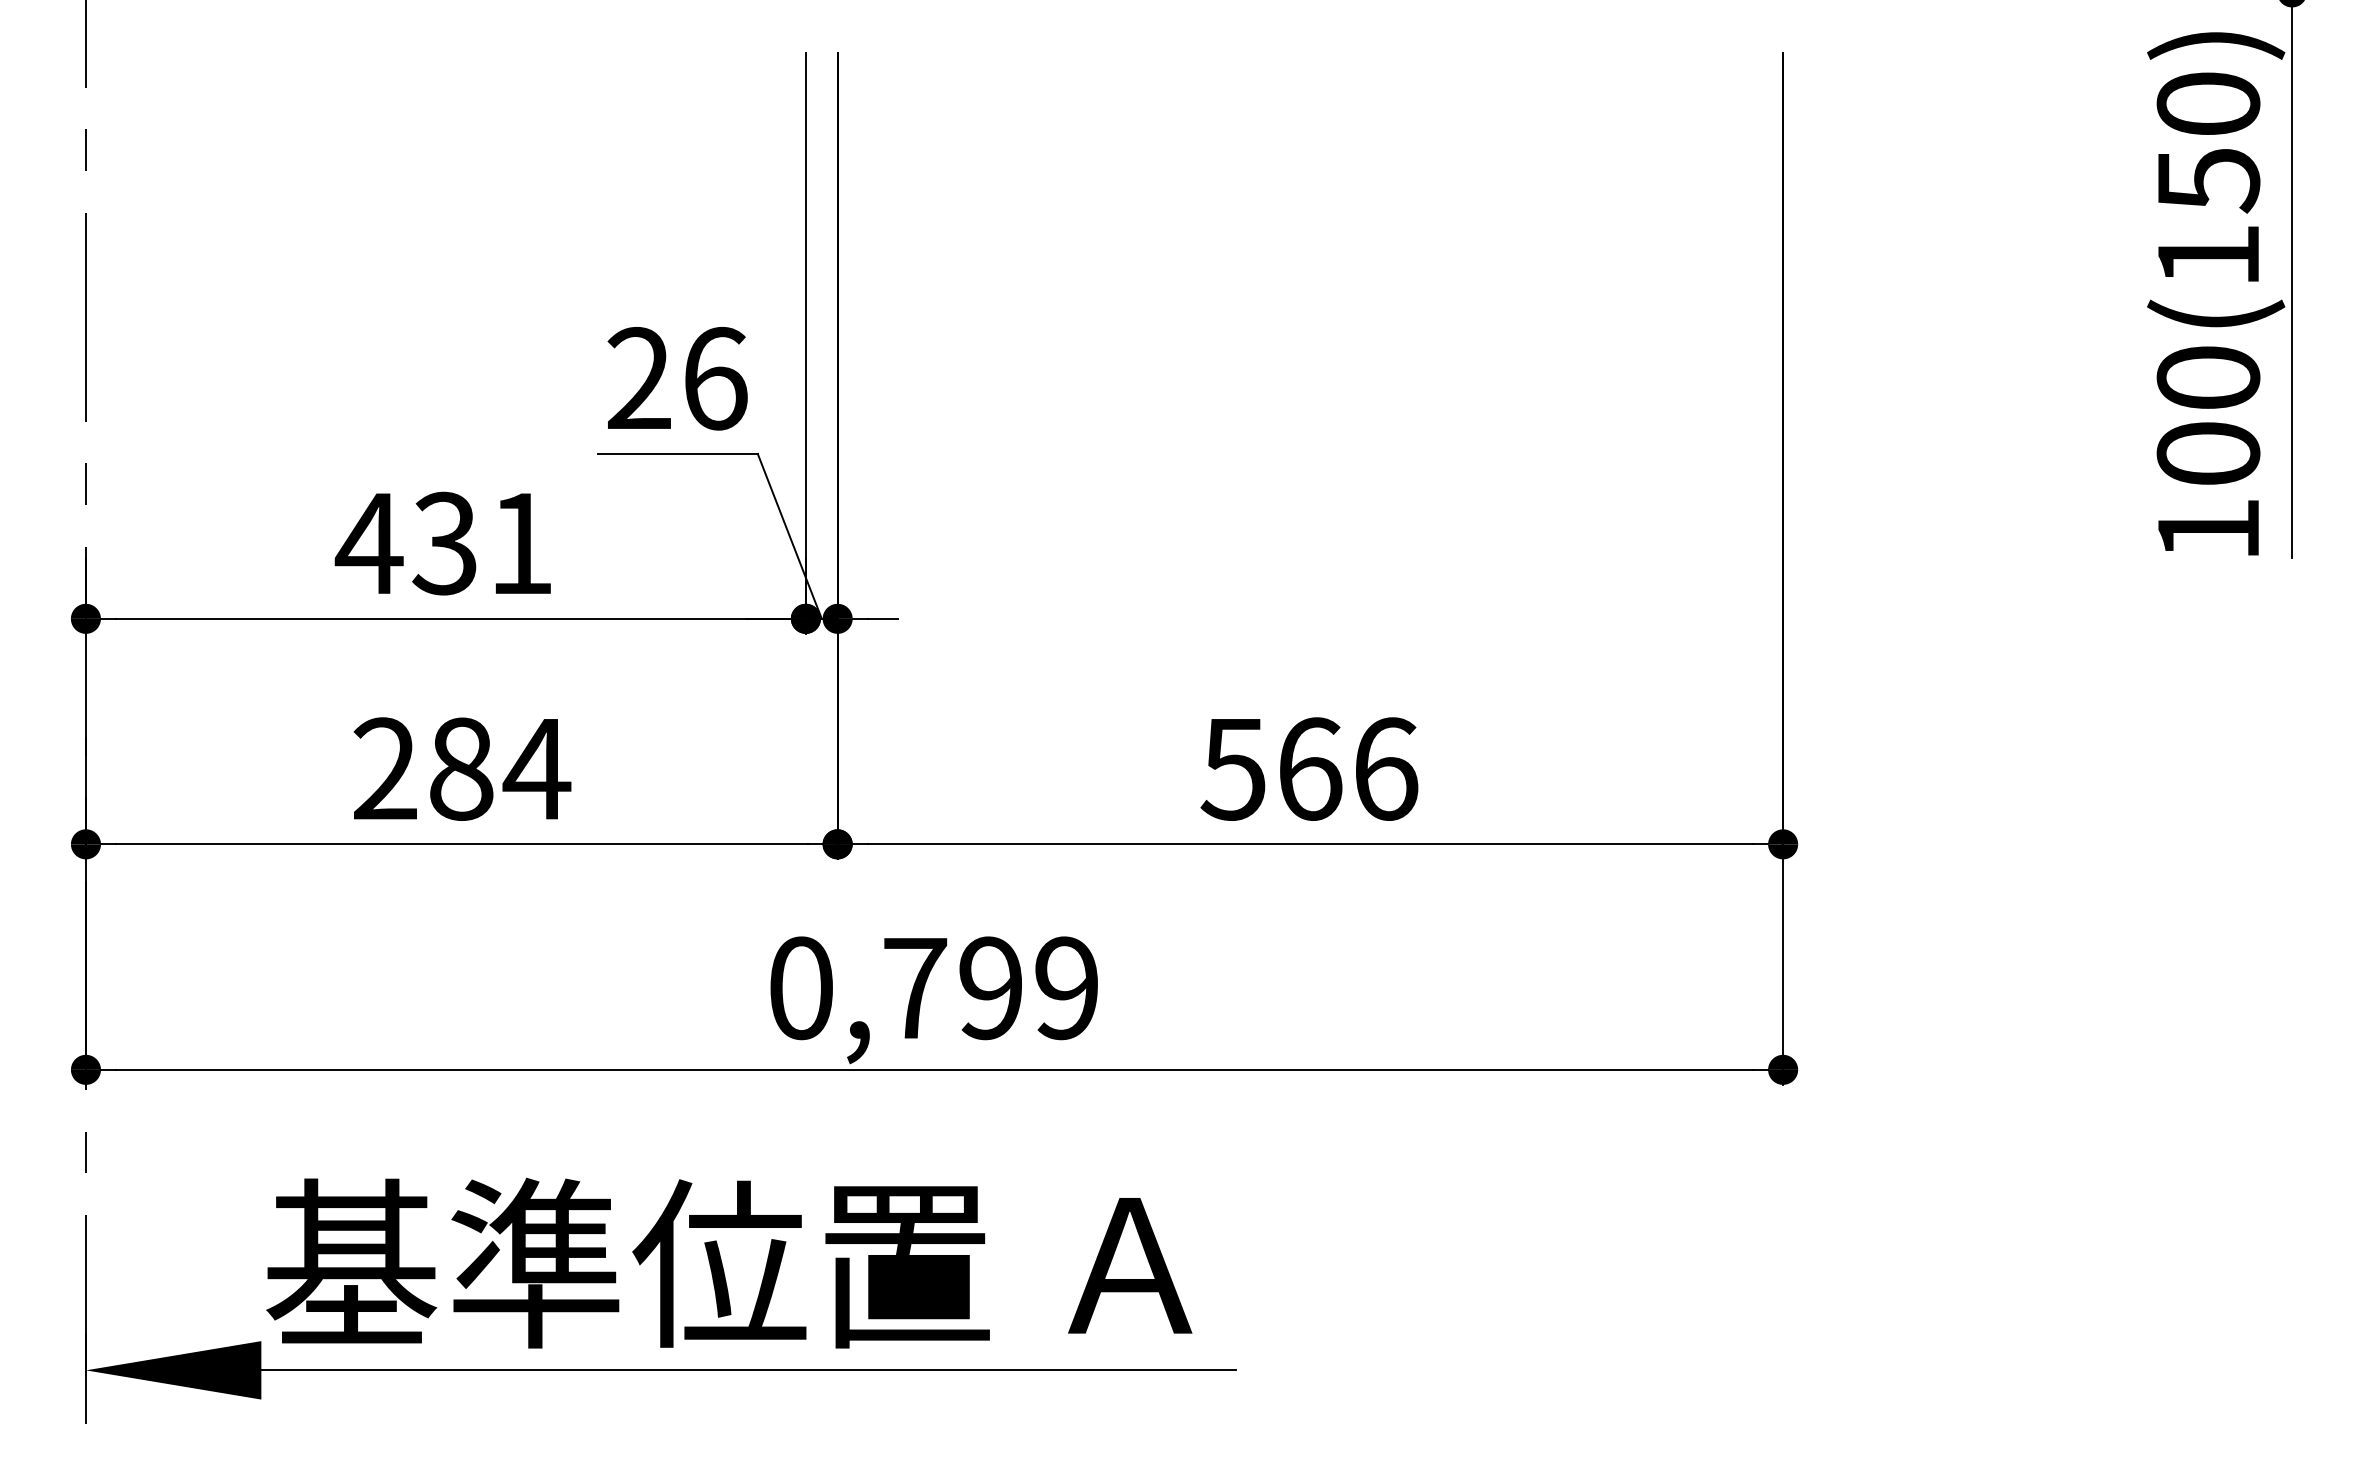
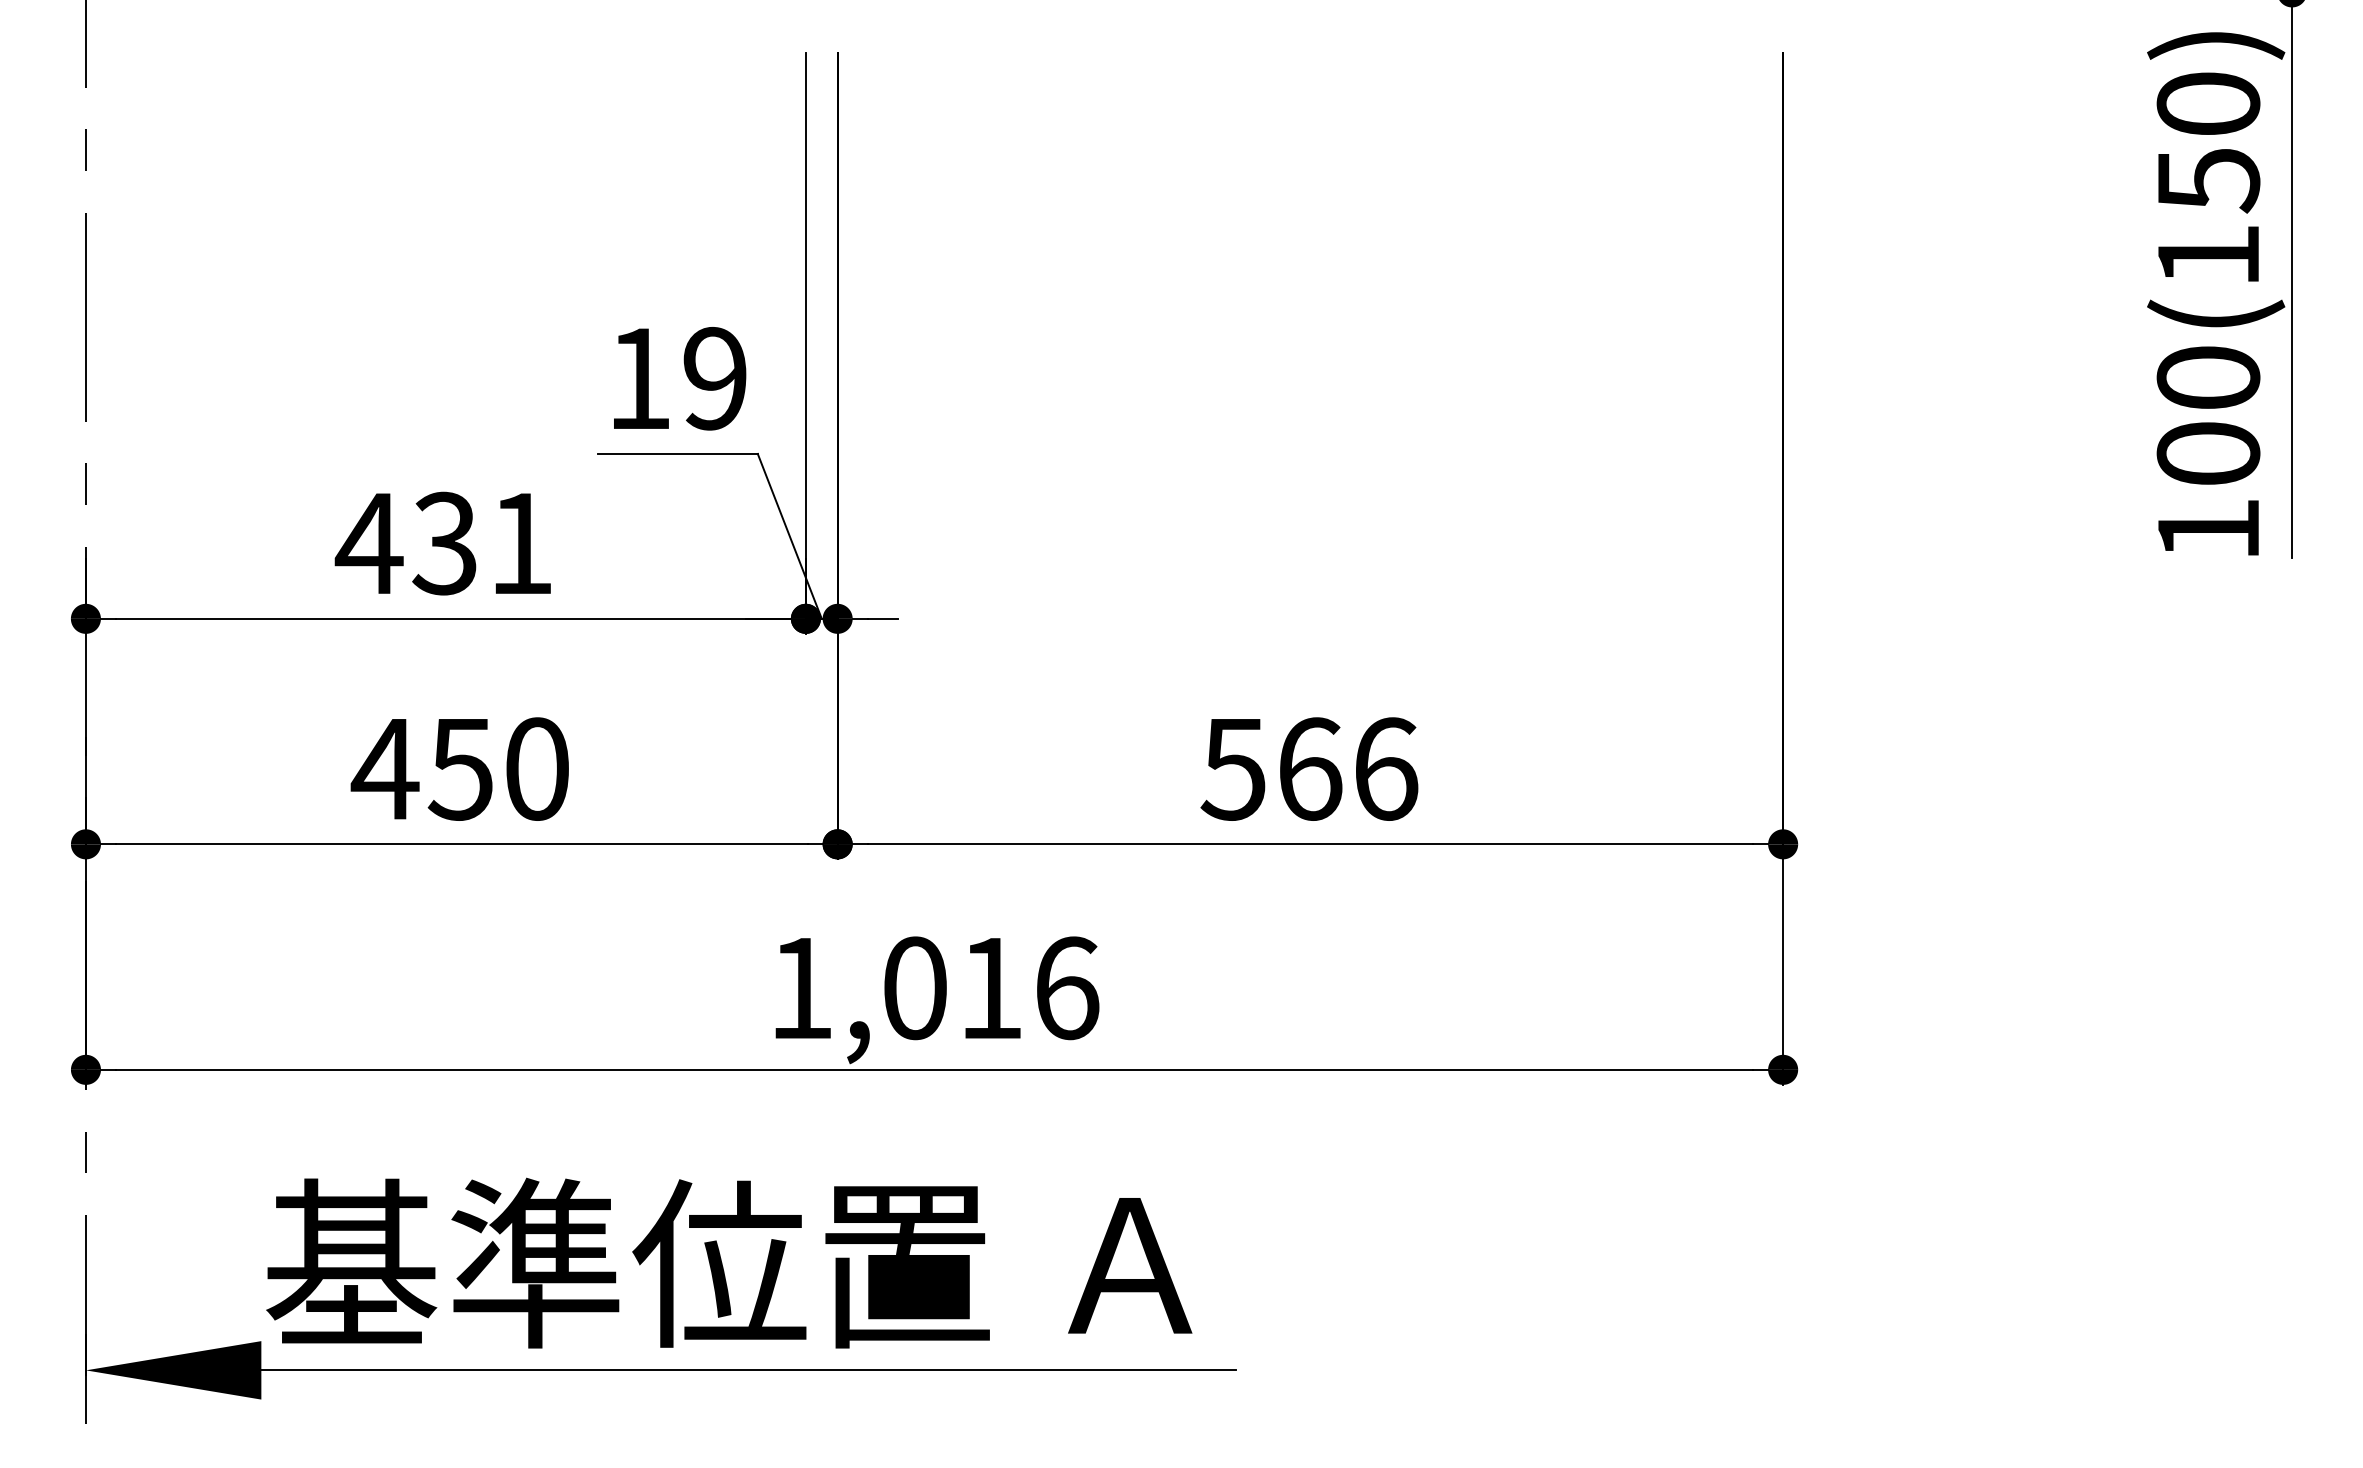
text at (677, 378): 26 -> 19
text at (460, 768): 284 -> 450
text at (934, 988): 0,799 -> 1,016
